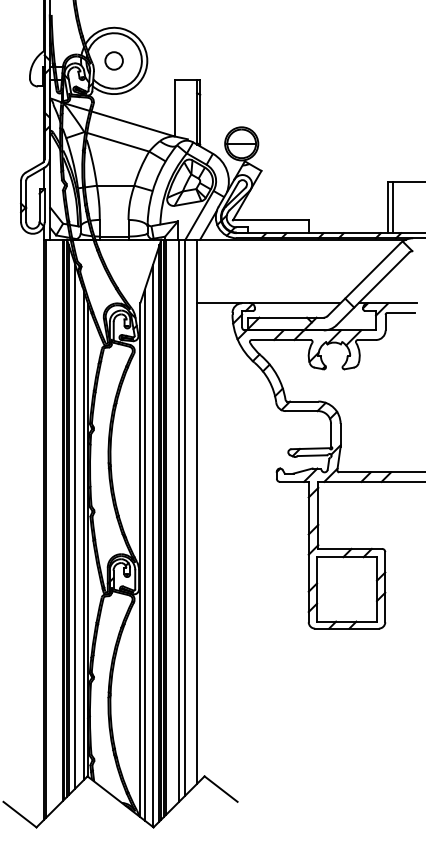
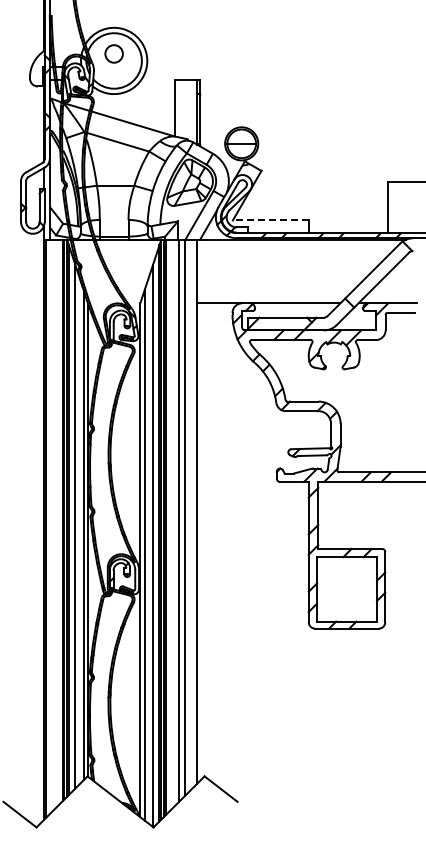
circle at (113, 60) position: (113, 60) -> (113, 53)
line at (392, 207): present -> none
line at (270, 220): solid -> dashed
